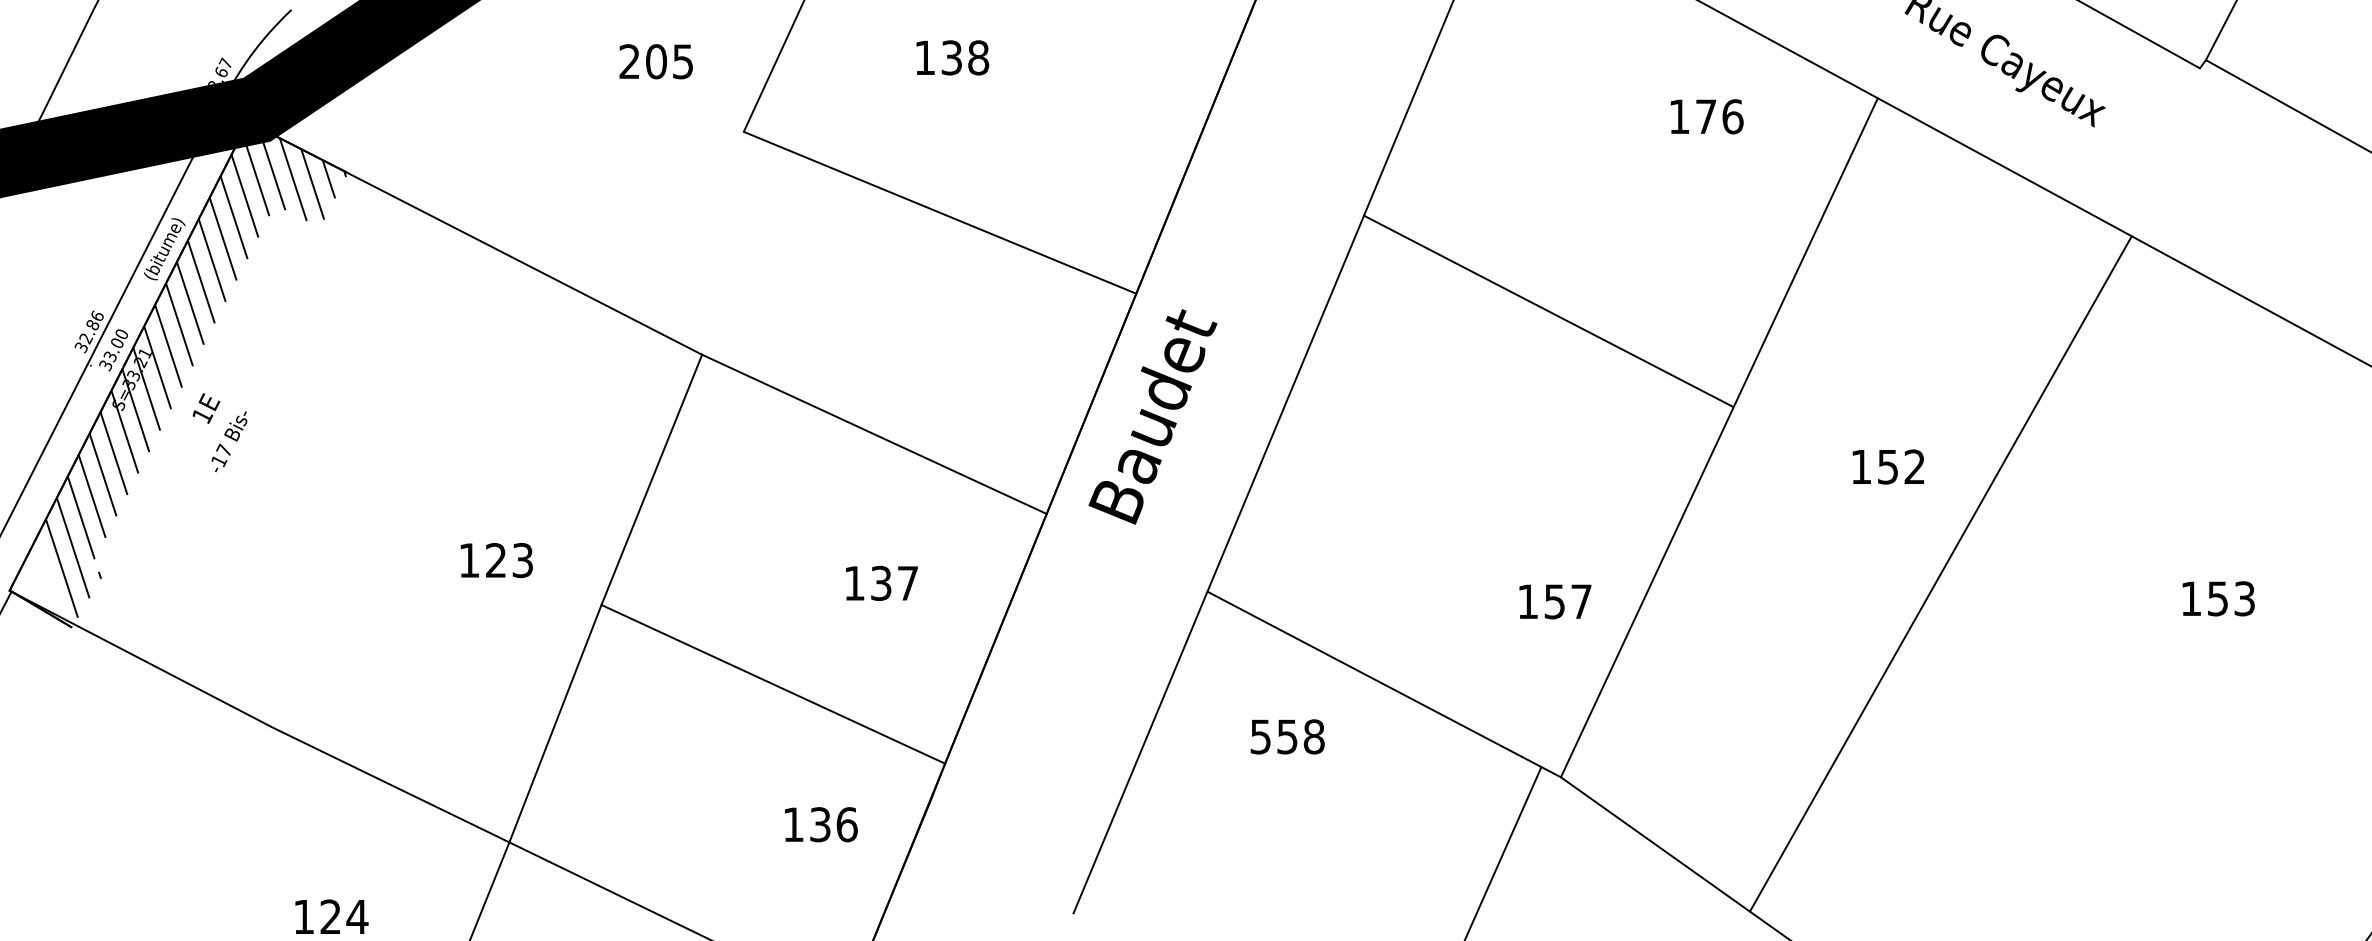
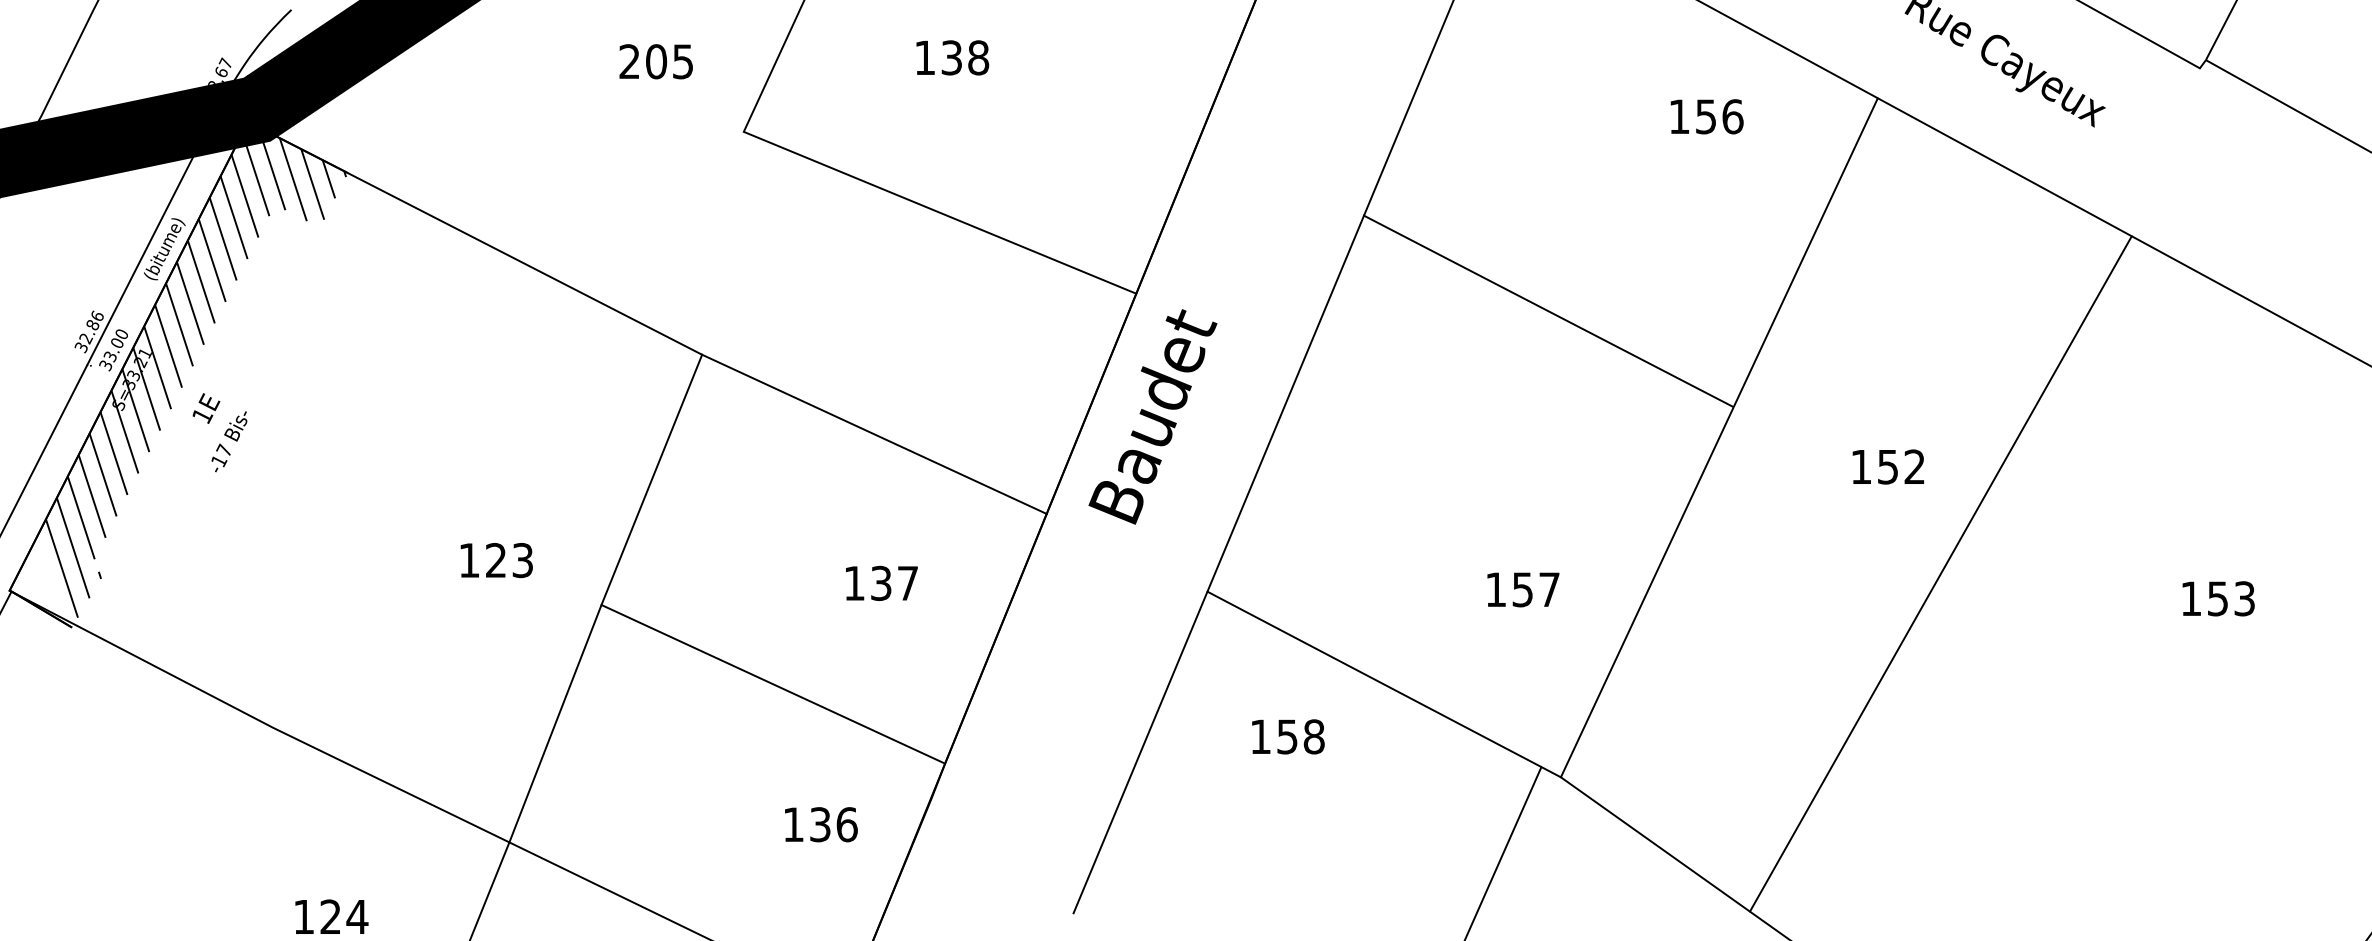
text at (1705, 116): 176 -> 156
text at (1555, 601) position: (1555, 601) -> (1523, 589)
text at (1260, 736): 558 -> 158
